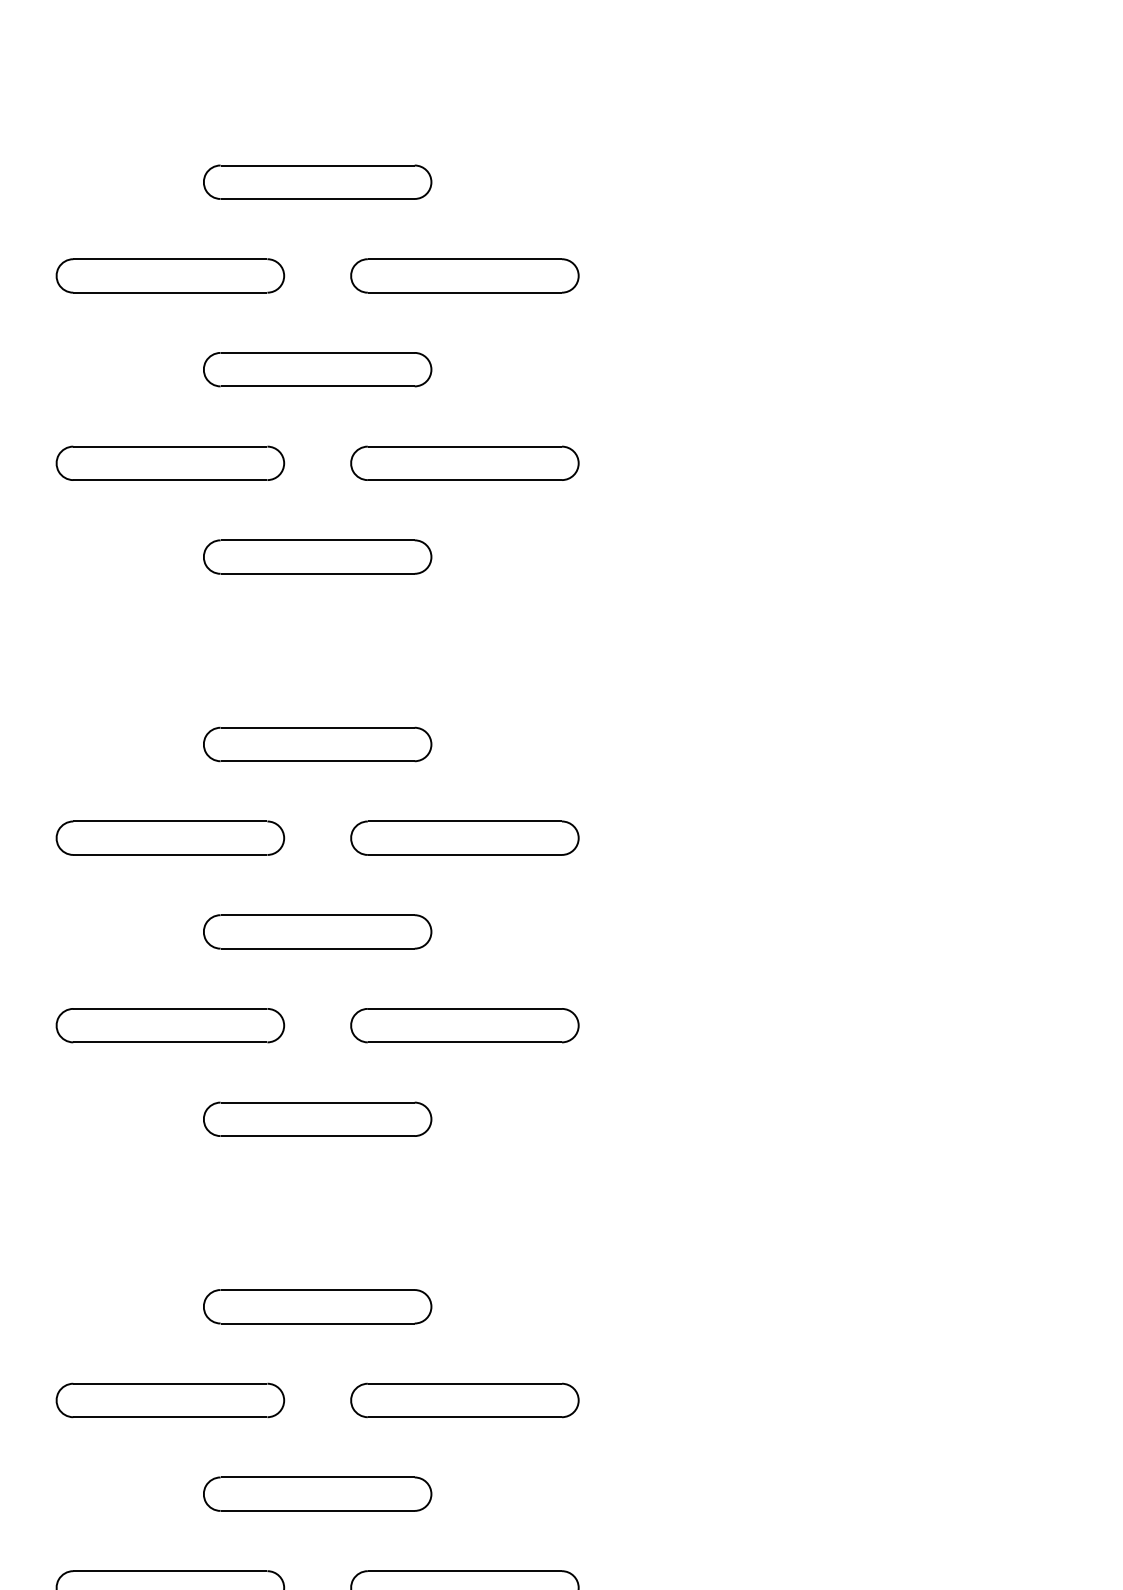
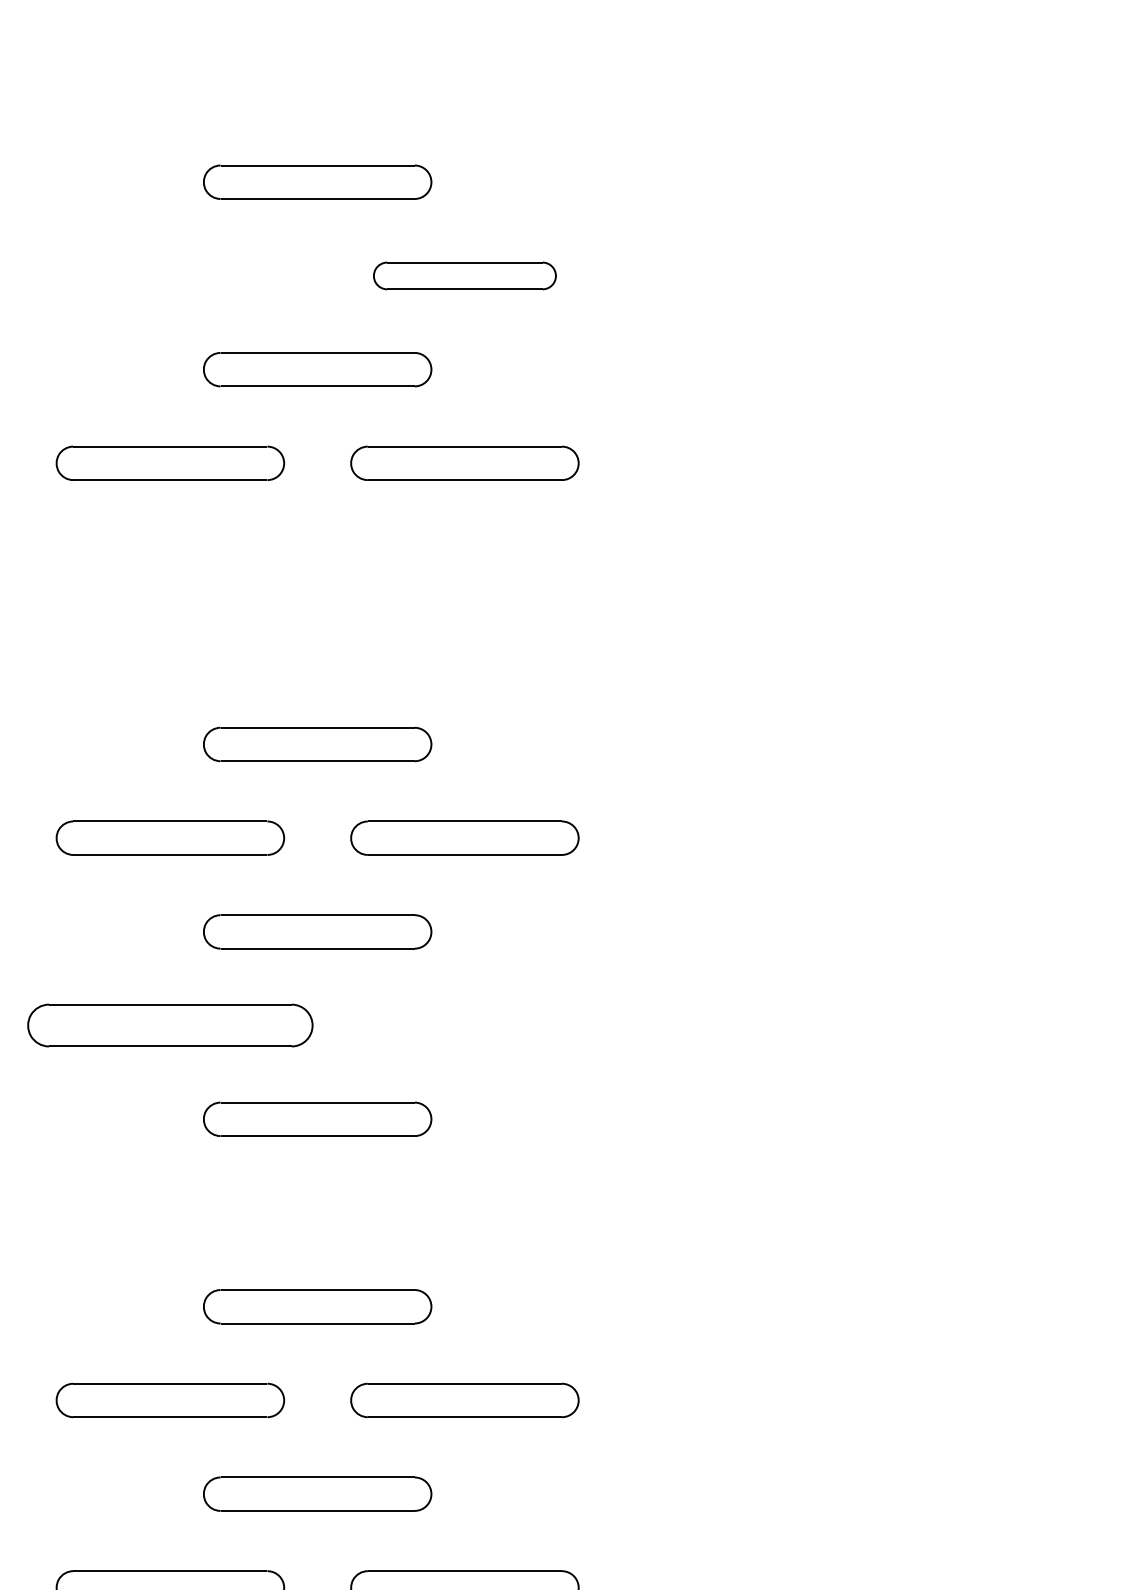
part at (170, 275): present -> none
part at (464, 275) size: 230x36 px -> 184x30 px
part at (317, 556): present -> none
part at (170, 1025) size: 231x36 px -> 287x45 px
part at (464, 1025): present -> none
